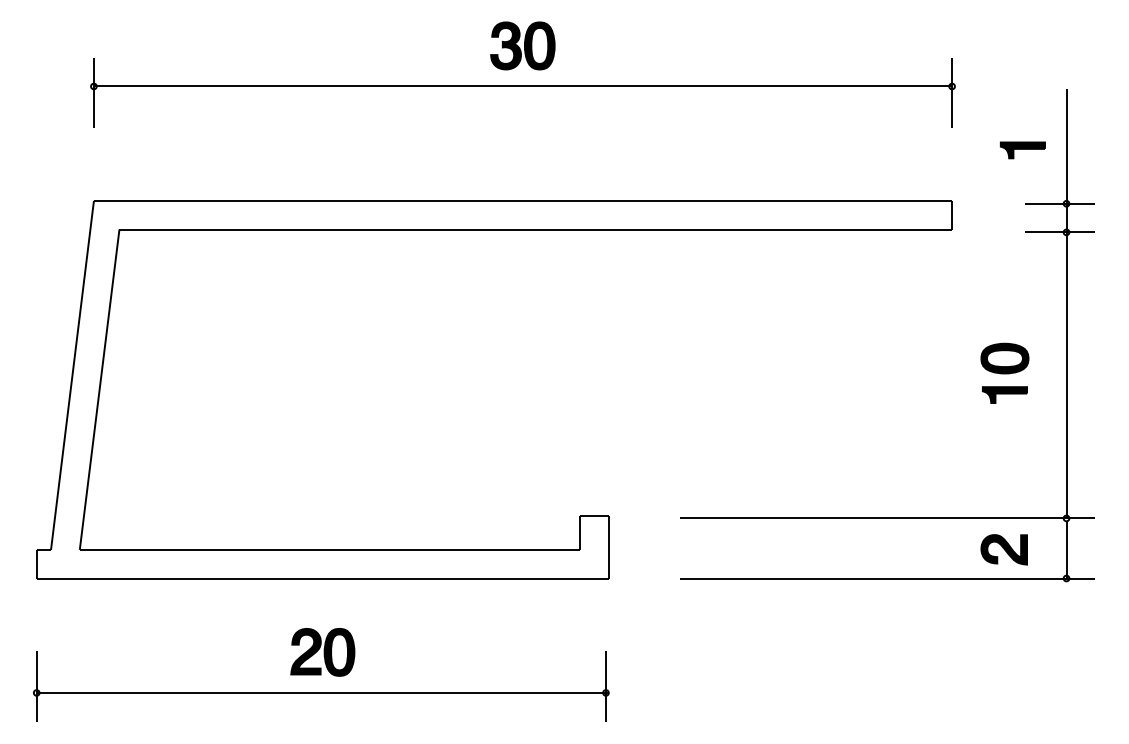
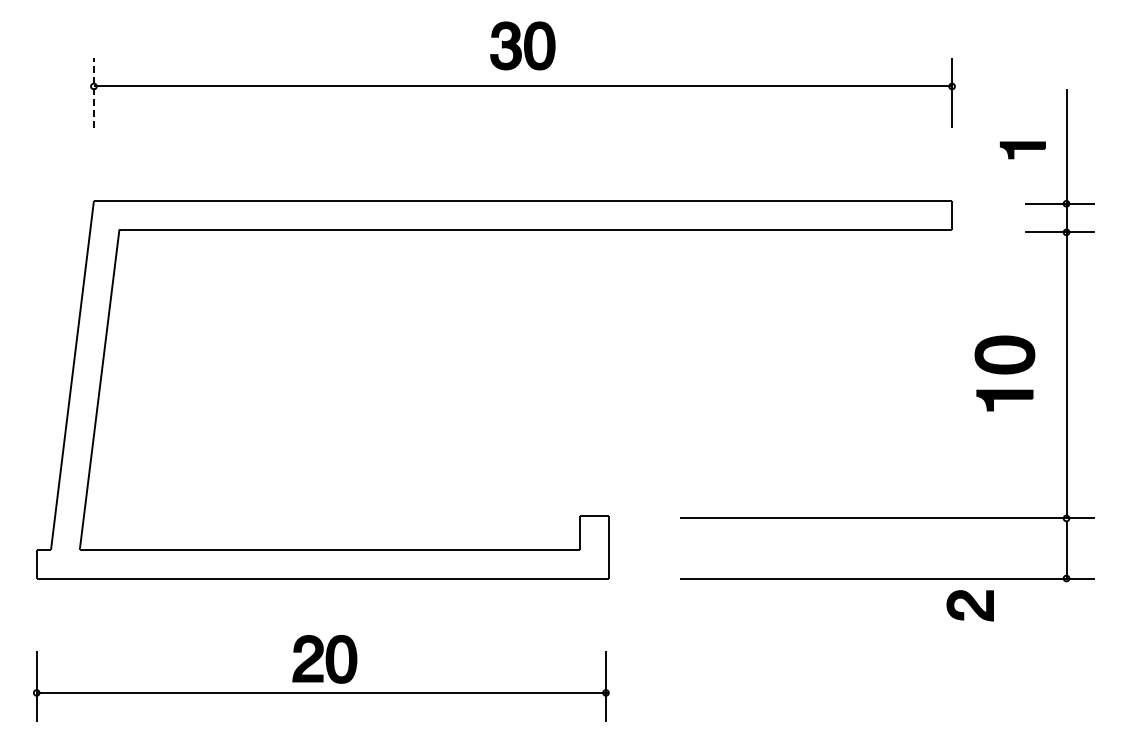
line at (93, 92): solid -> dashed
part at (1004, 372) size: 50x62 px -> 62x77 px
part at (1003, 549) position: (1003, 549) -> (969, 605)
part at (322, 652) position: (322, 652) -> (324, 659)
